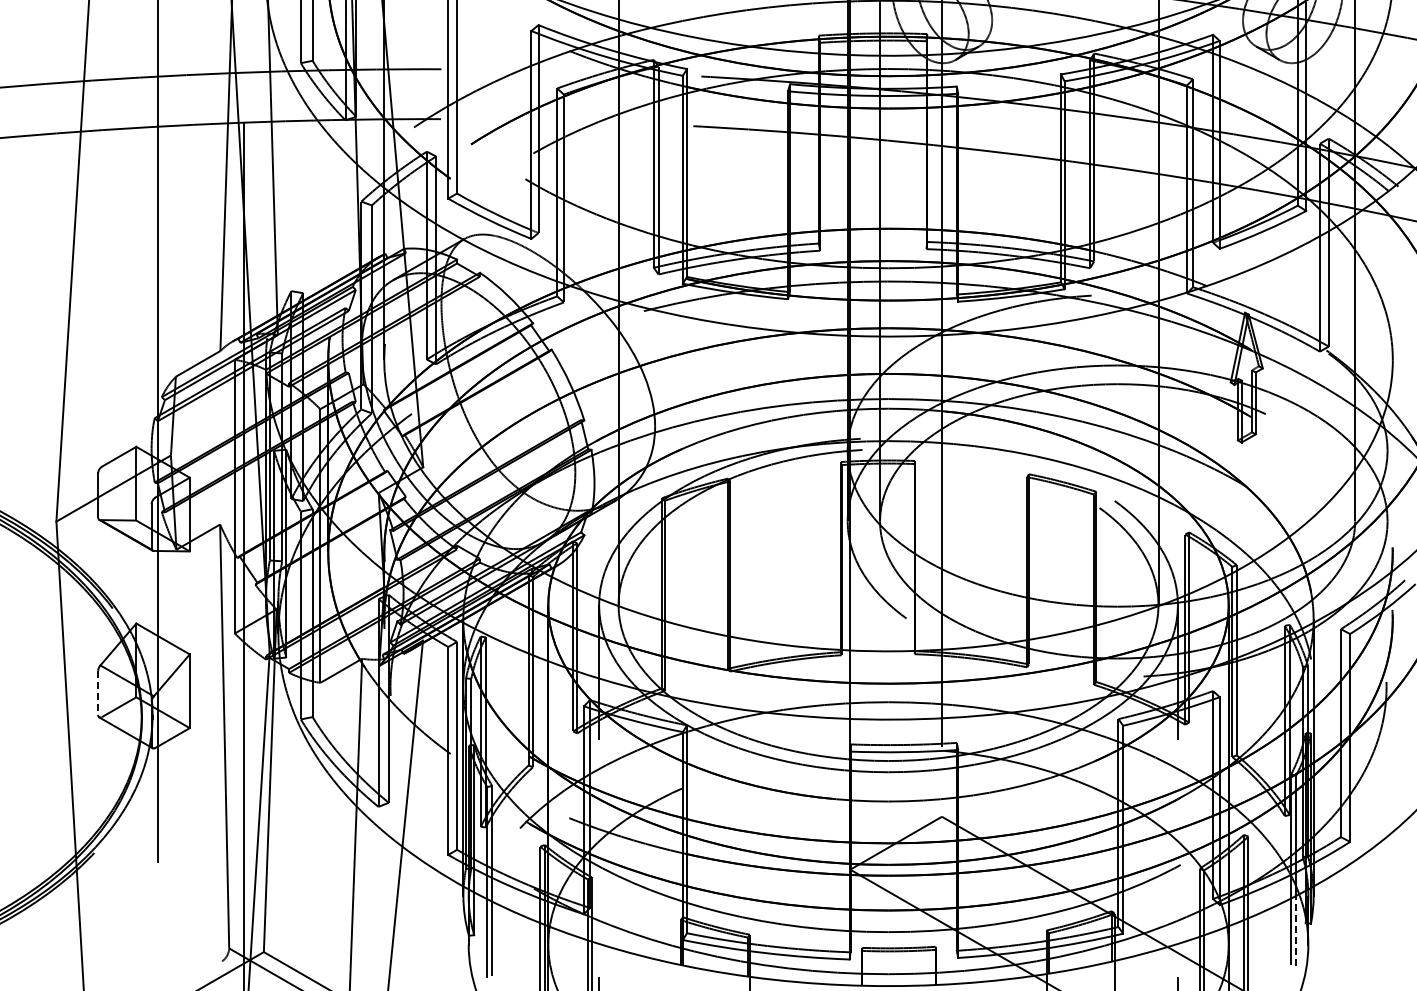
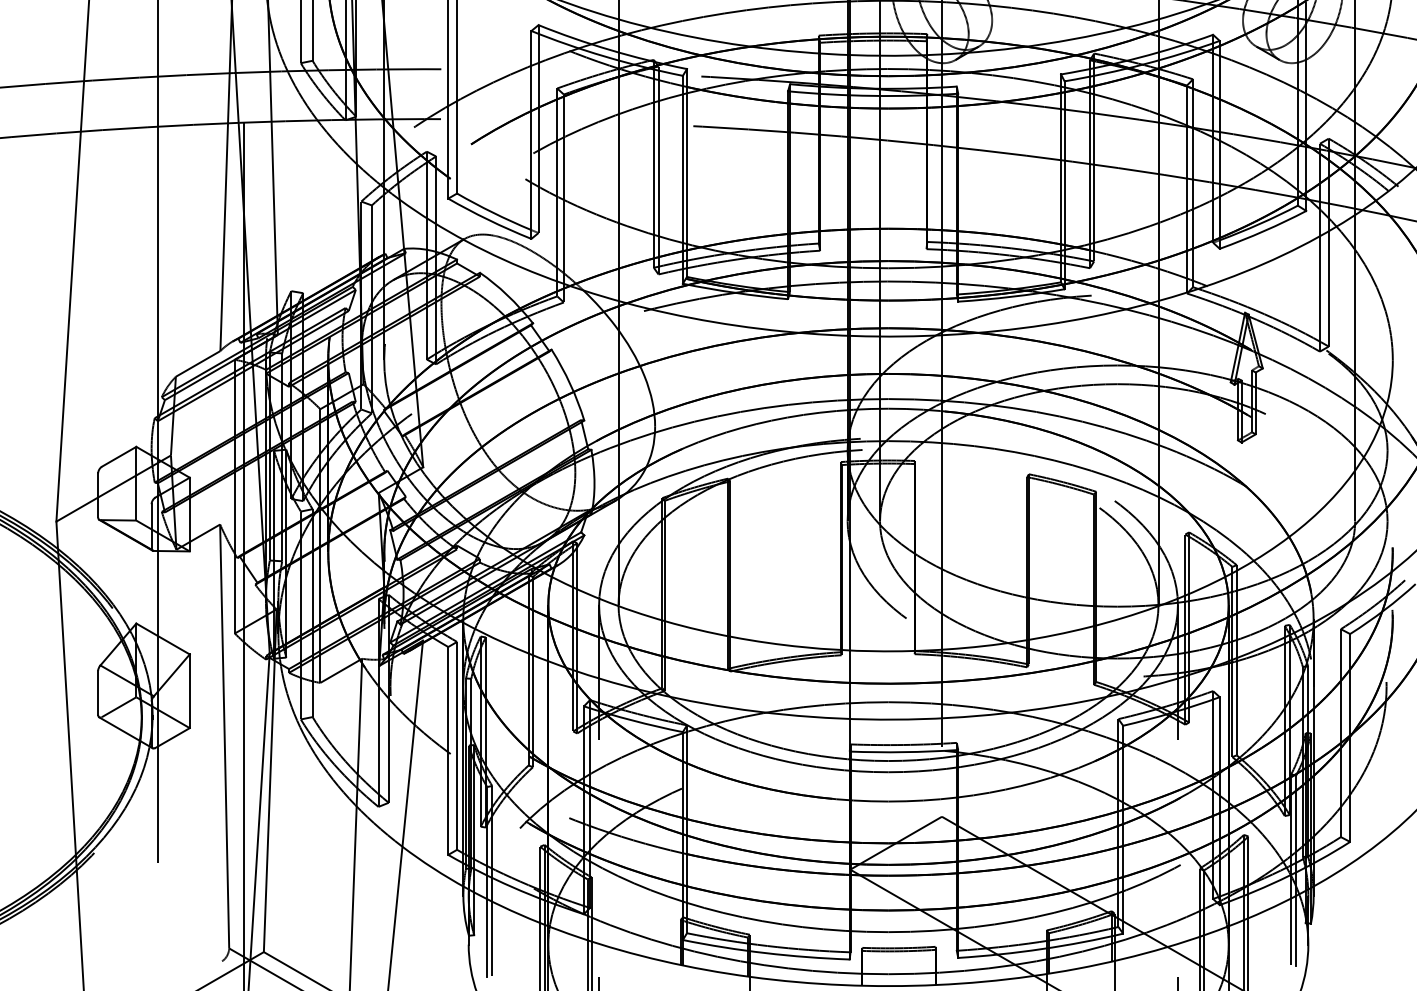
line at (98, 693): dashed -> solid
line at (1296, 930): dashed -> solid
